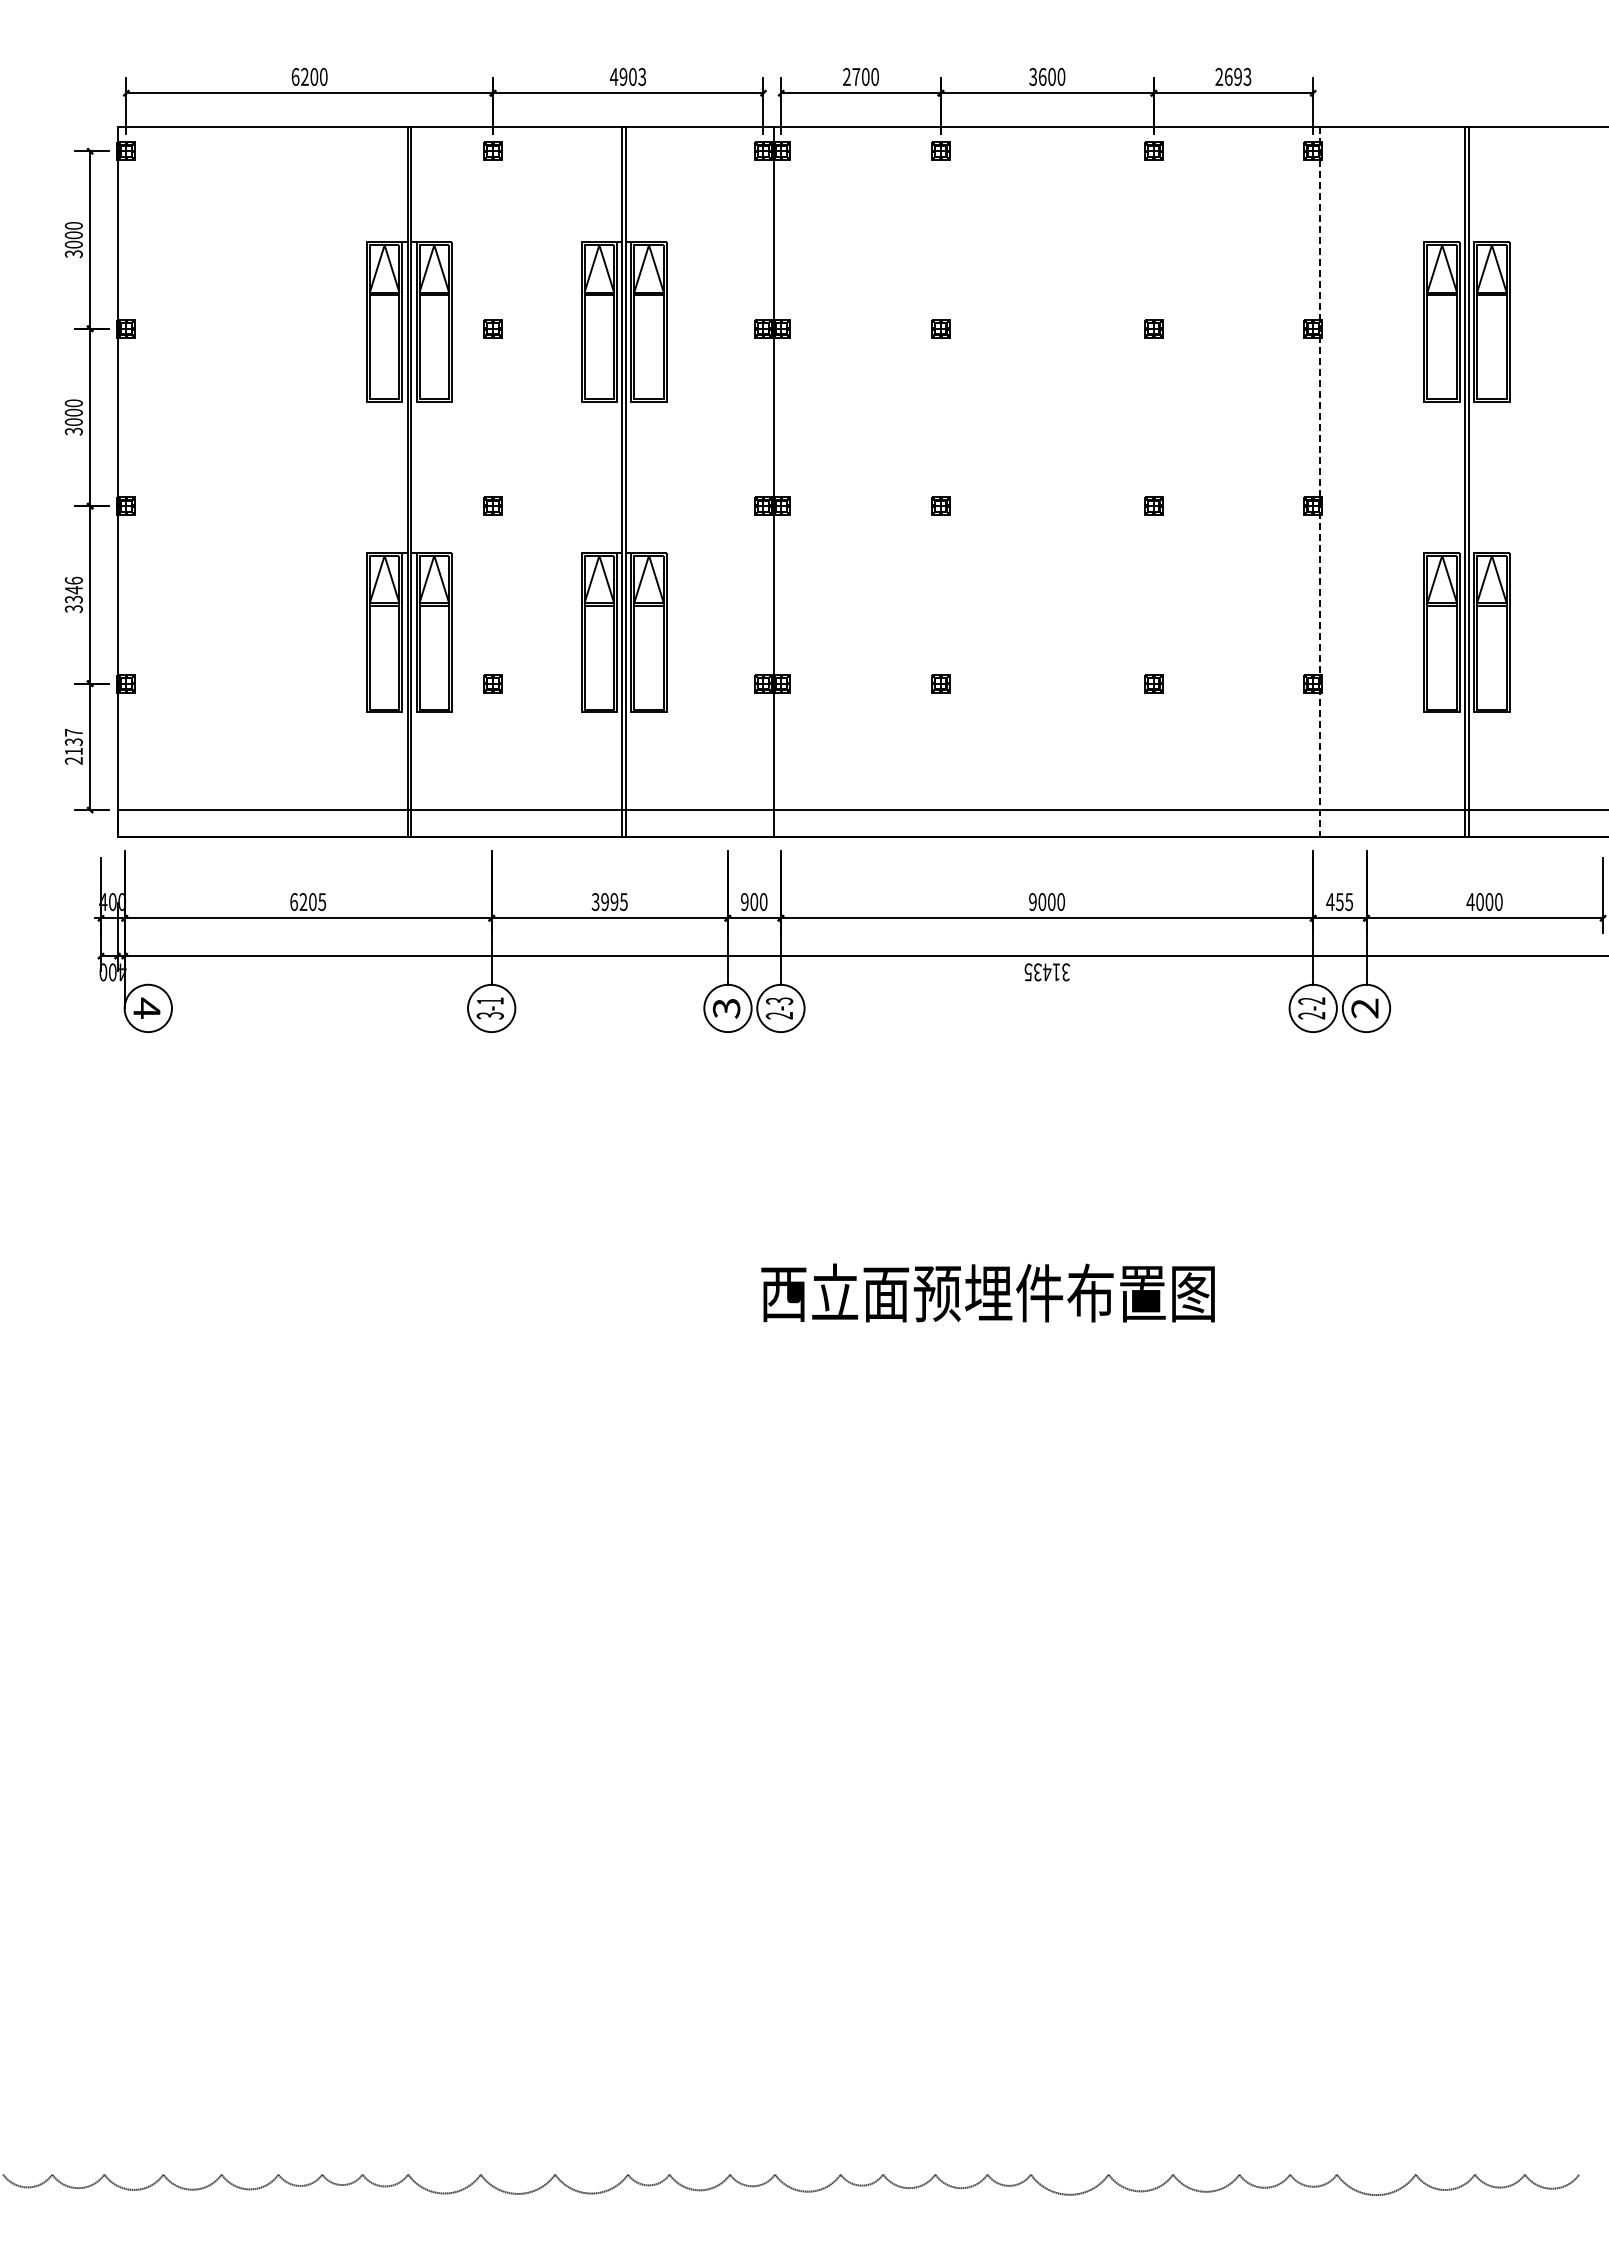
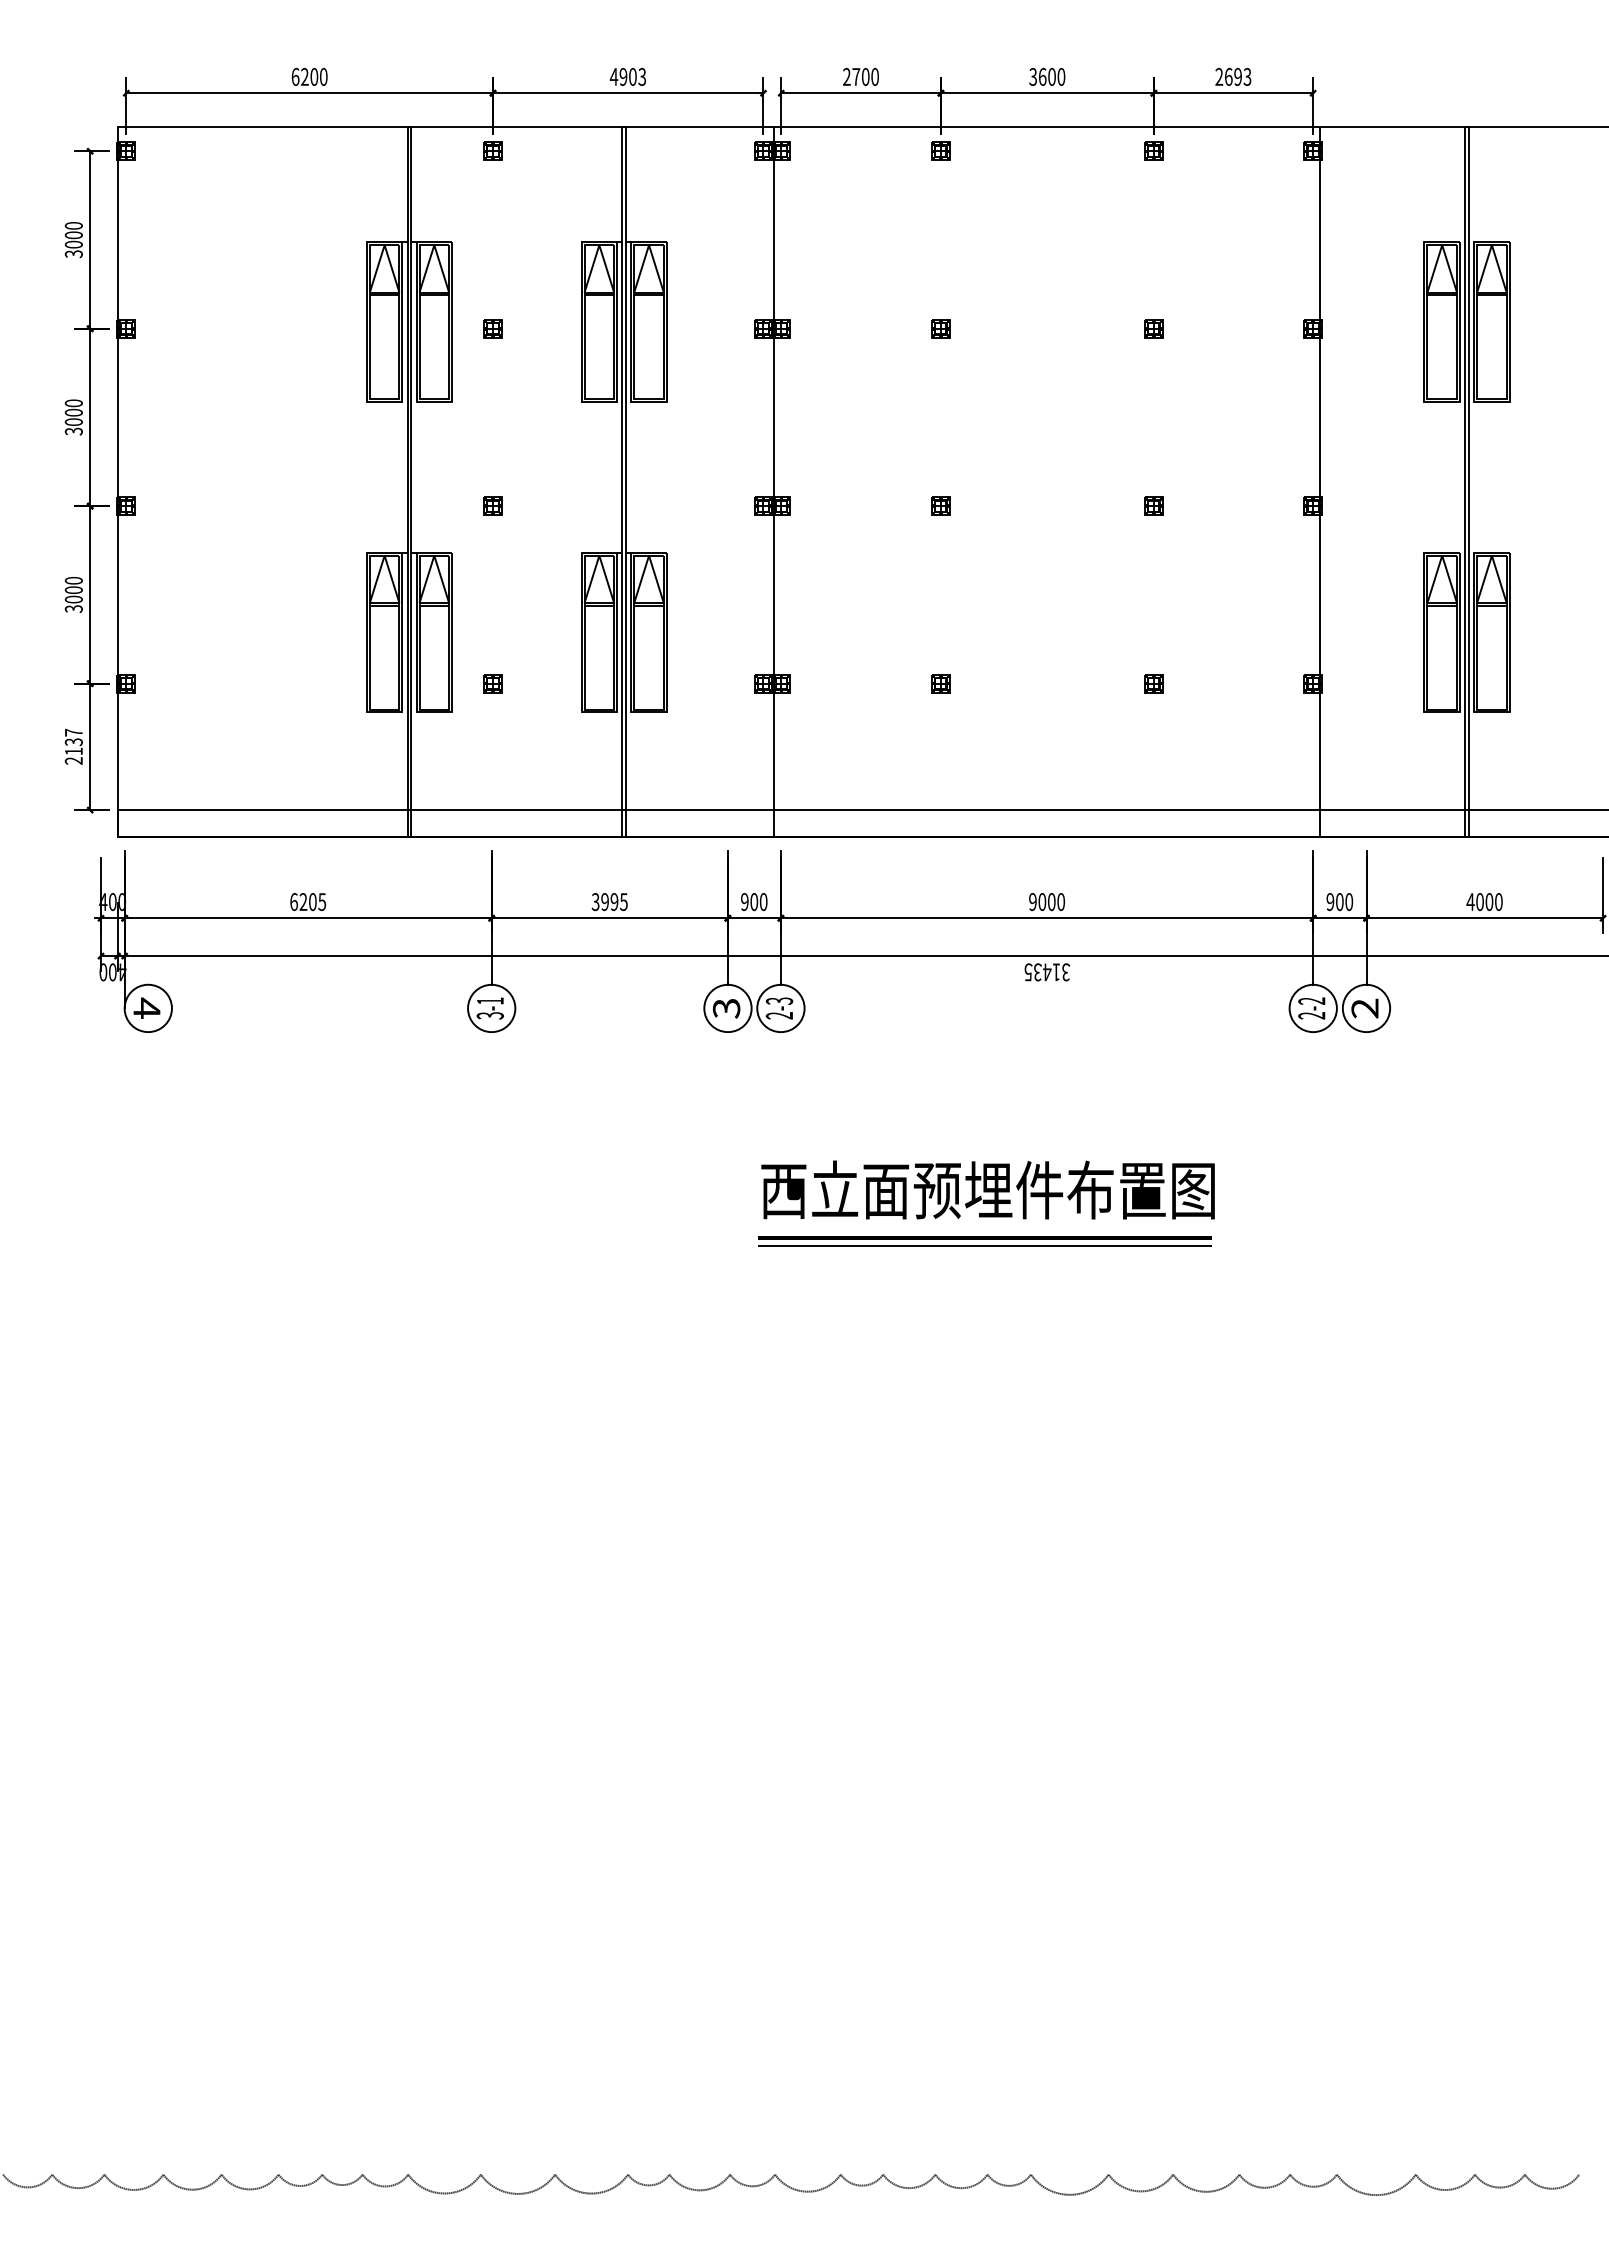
line at (1320, 481): dashed -> solid
text at (73, 589): 3346 -> 3000
text at (1339, 902): 455 -> 900
part at (984, 1241): none -> present
text at (987, 1292) position: (987, 1292) -> (987, 1189)
